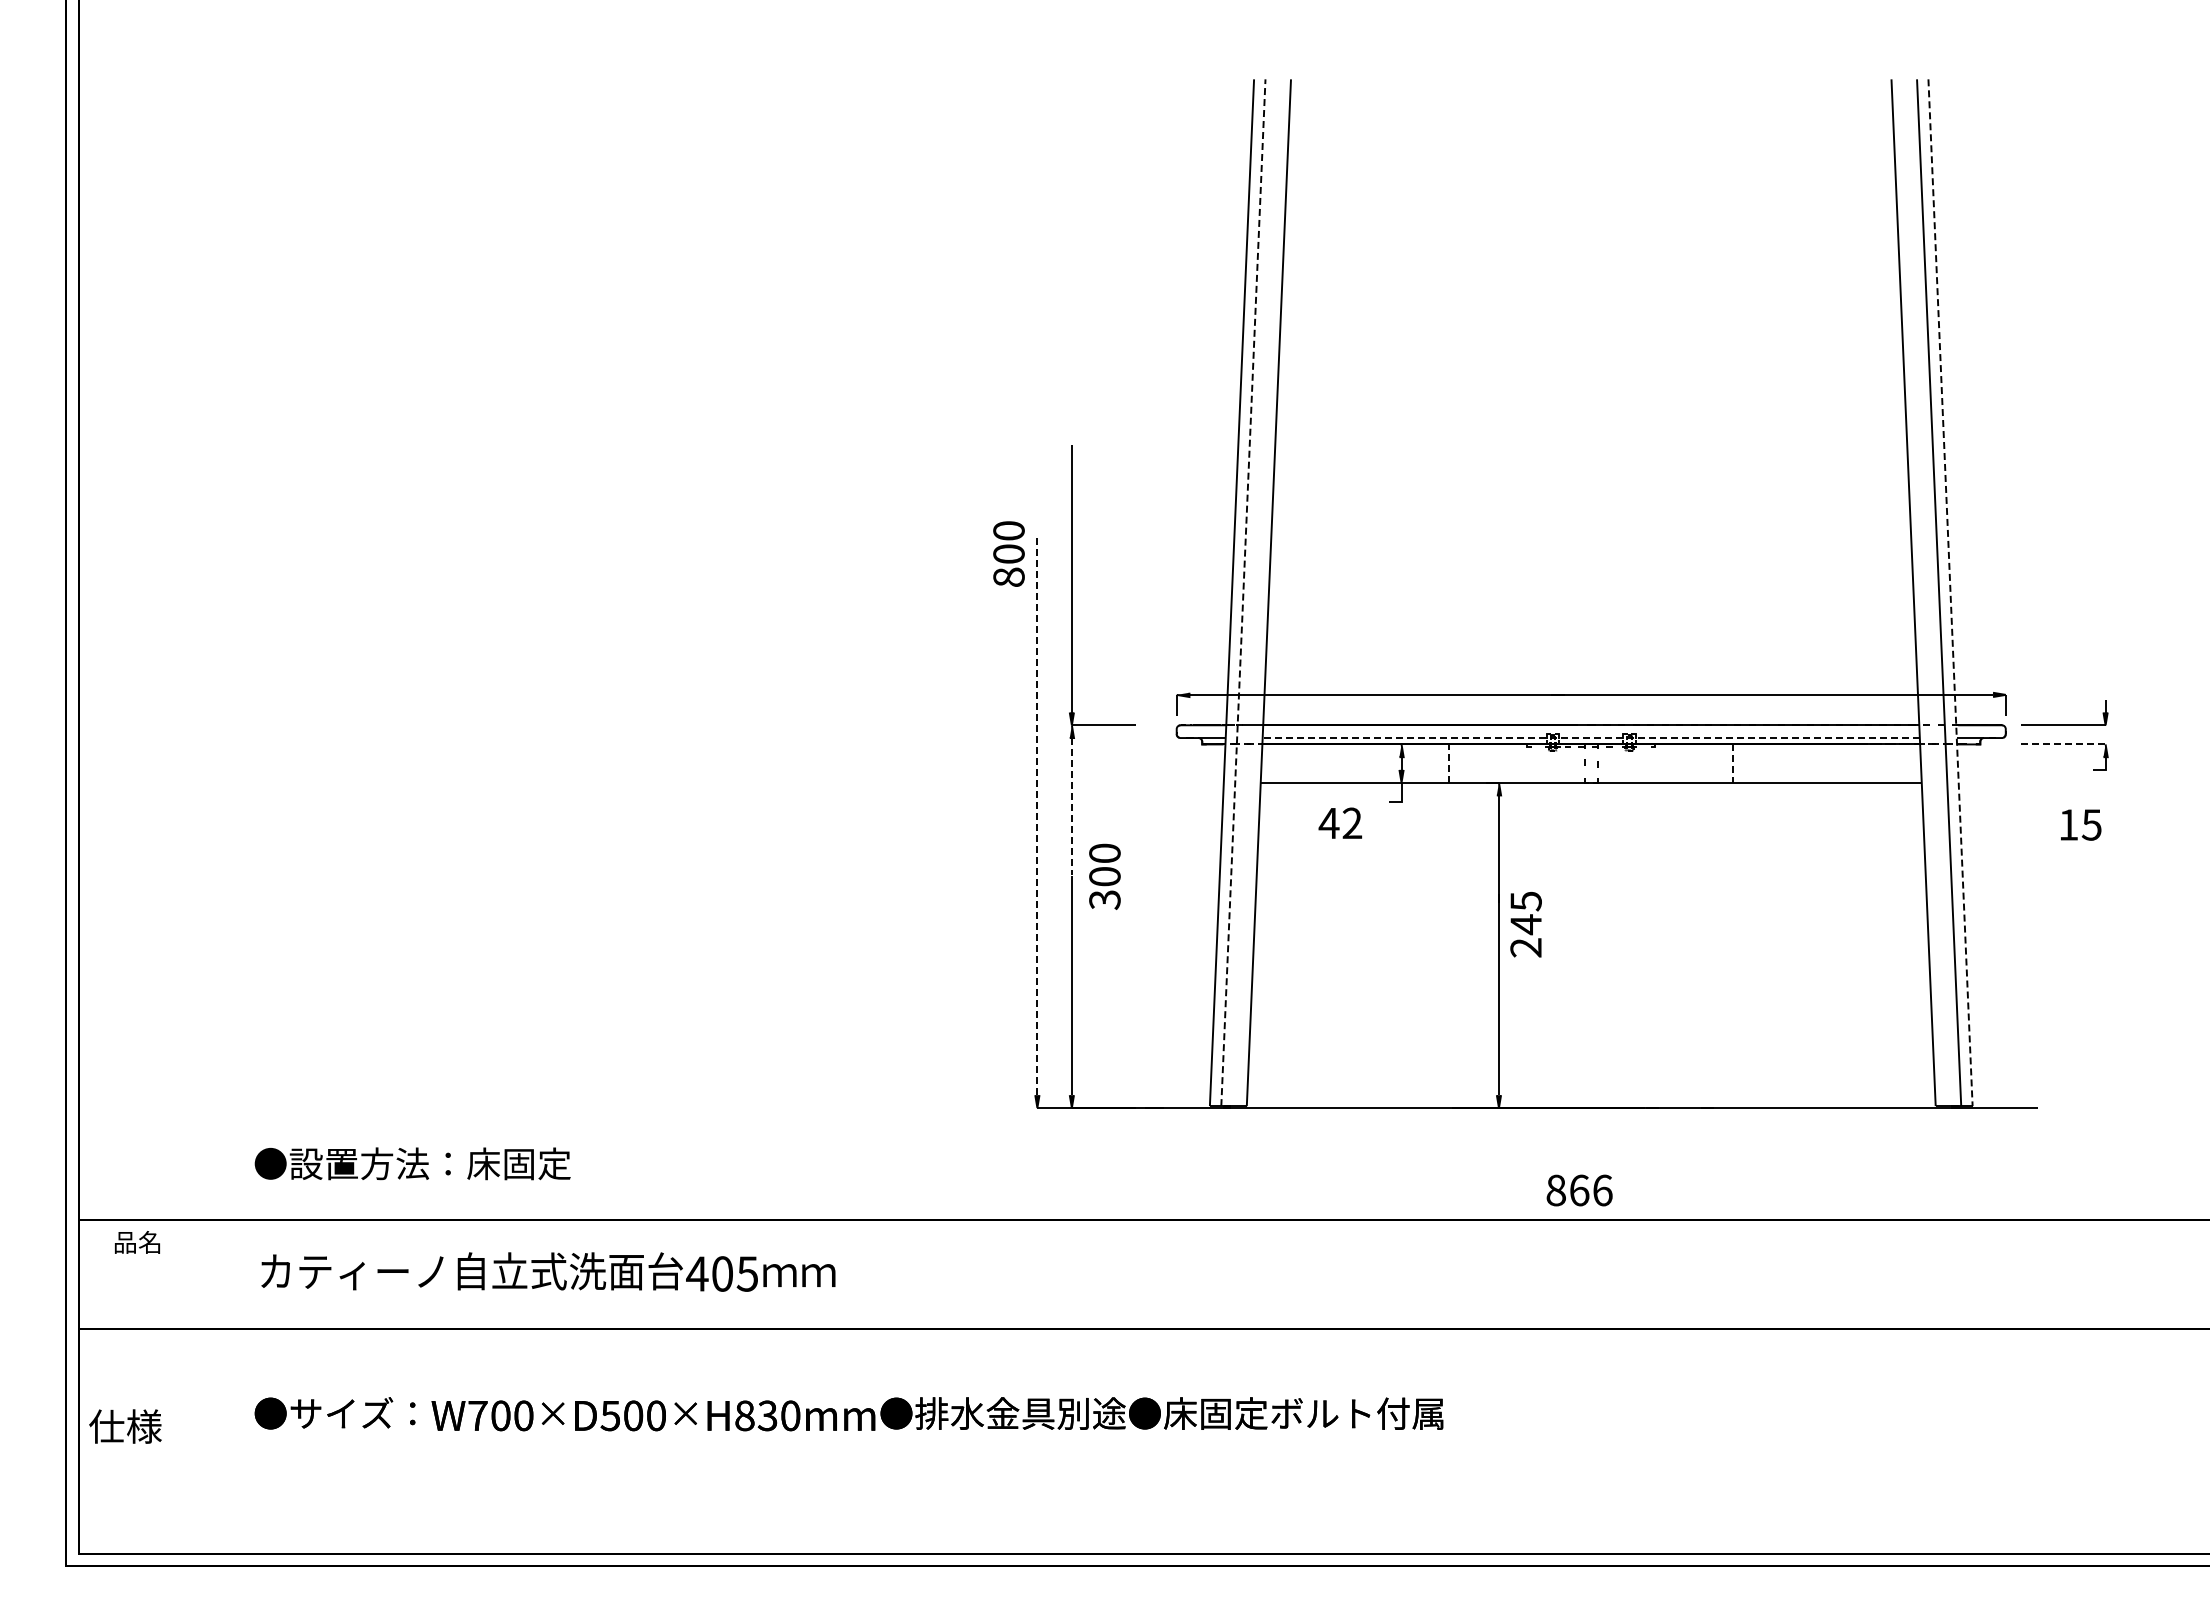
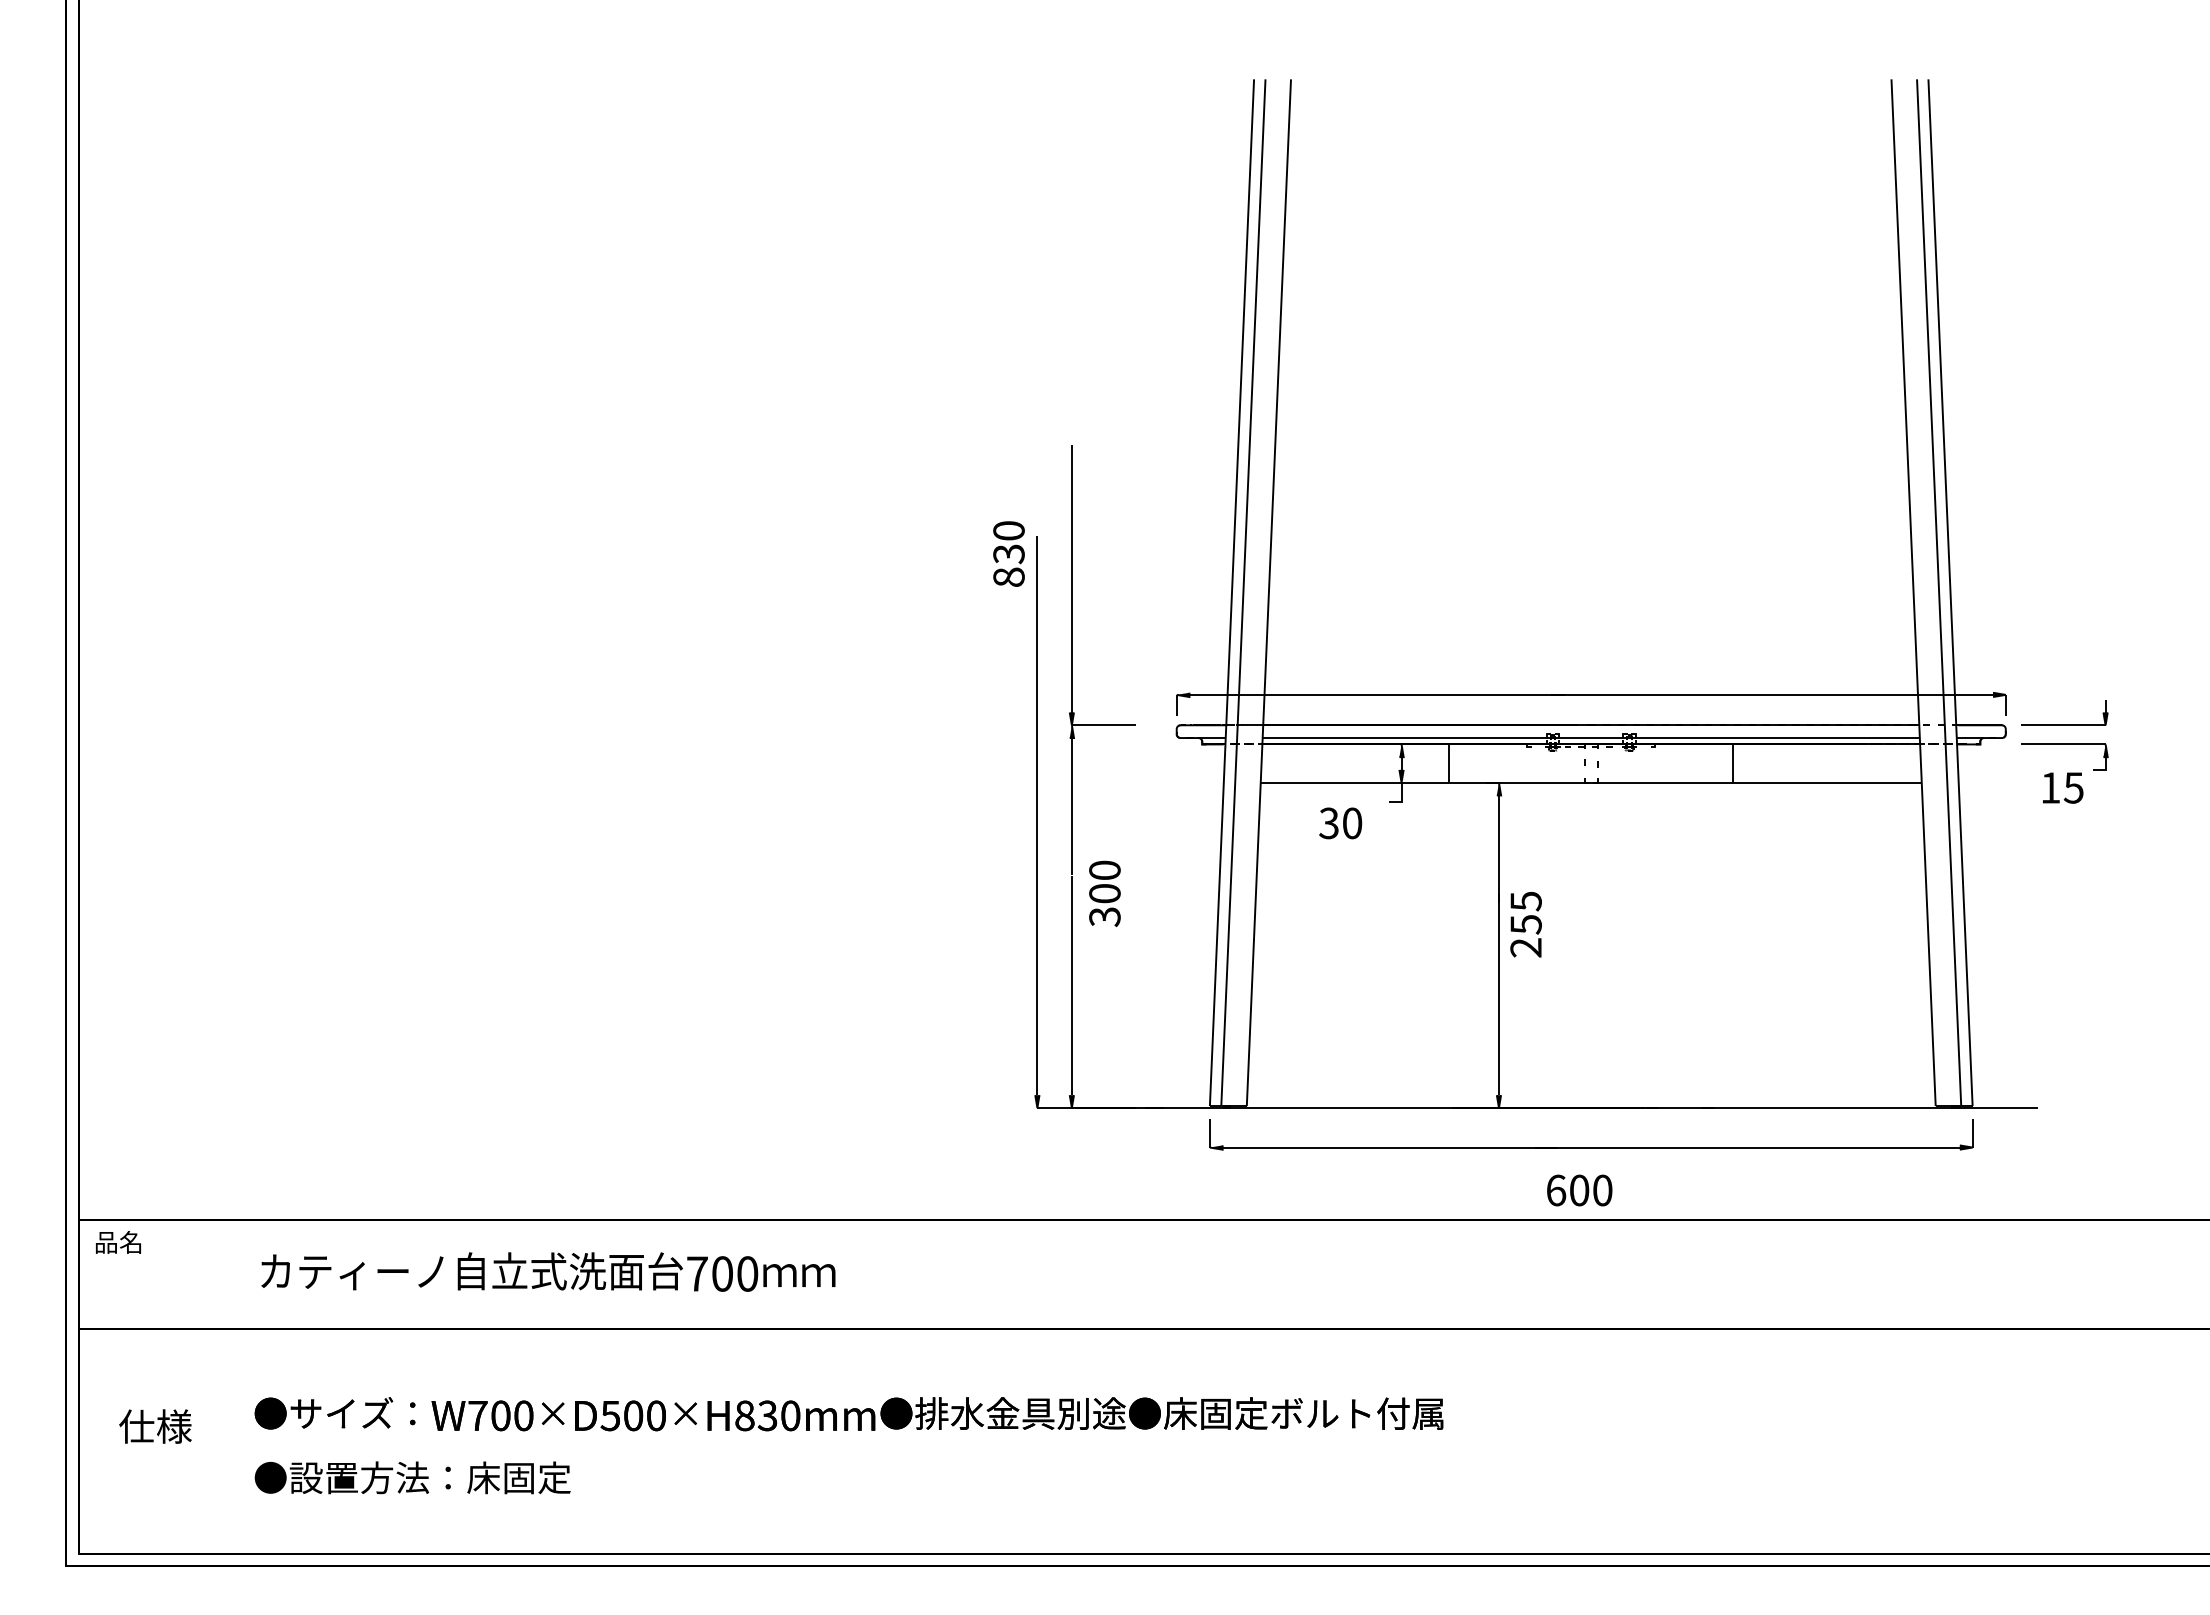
text at (1008, 554): 800 -> 830
line at (1243, 592): dashed -> solid
line at (1950, 592): dashed -> solid
line at (1591, 738): dashed -> solid
line at (2064, 744): dashed -> solid
line at (1449, 763): dashed -> solid
line at (1733, 764): dashed -> solid
line at (1071, 806): dashed -> solid
line at (1037, 815): dashed -> solid
text at (1340, 823): 42 -> 30
text at (2081, 824) position: (2081, 824) -> (2063, 787)
text at (1104, 876) position: (1104, 876) -> (1104, 893)
text at (1525, 924): 245 -> 255
part at (1591, 1147): none -> present
text at (412, 1163) position: (412, 1163) -> (412, 1477)
text at (1579, 1190): 866 -> 600
text at (137, 1242) position: (137, 1242) -> (118, 1242)
text at (722, 1273): 405 -> 700
text at (125, 1426) position: (125, 1426) -> (155, 1426)
